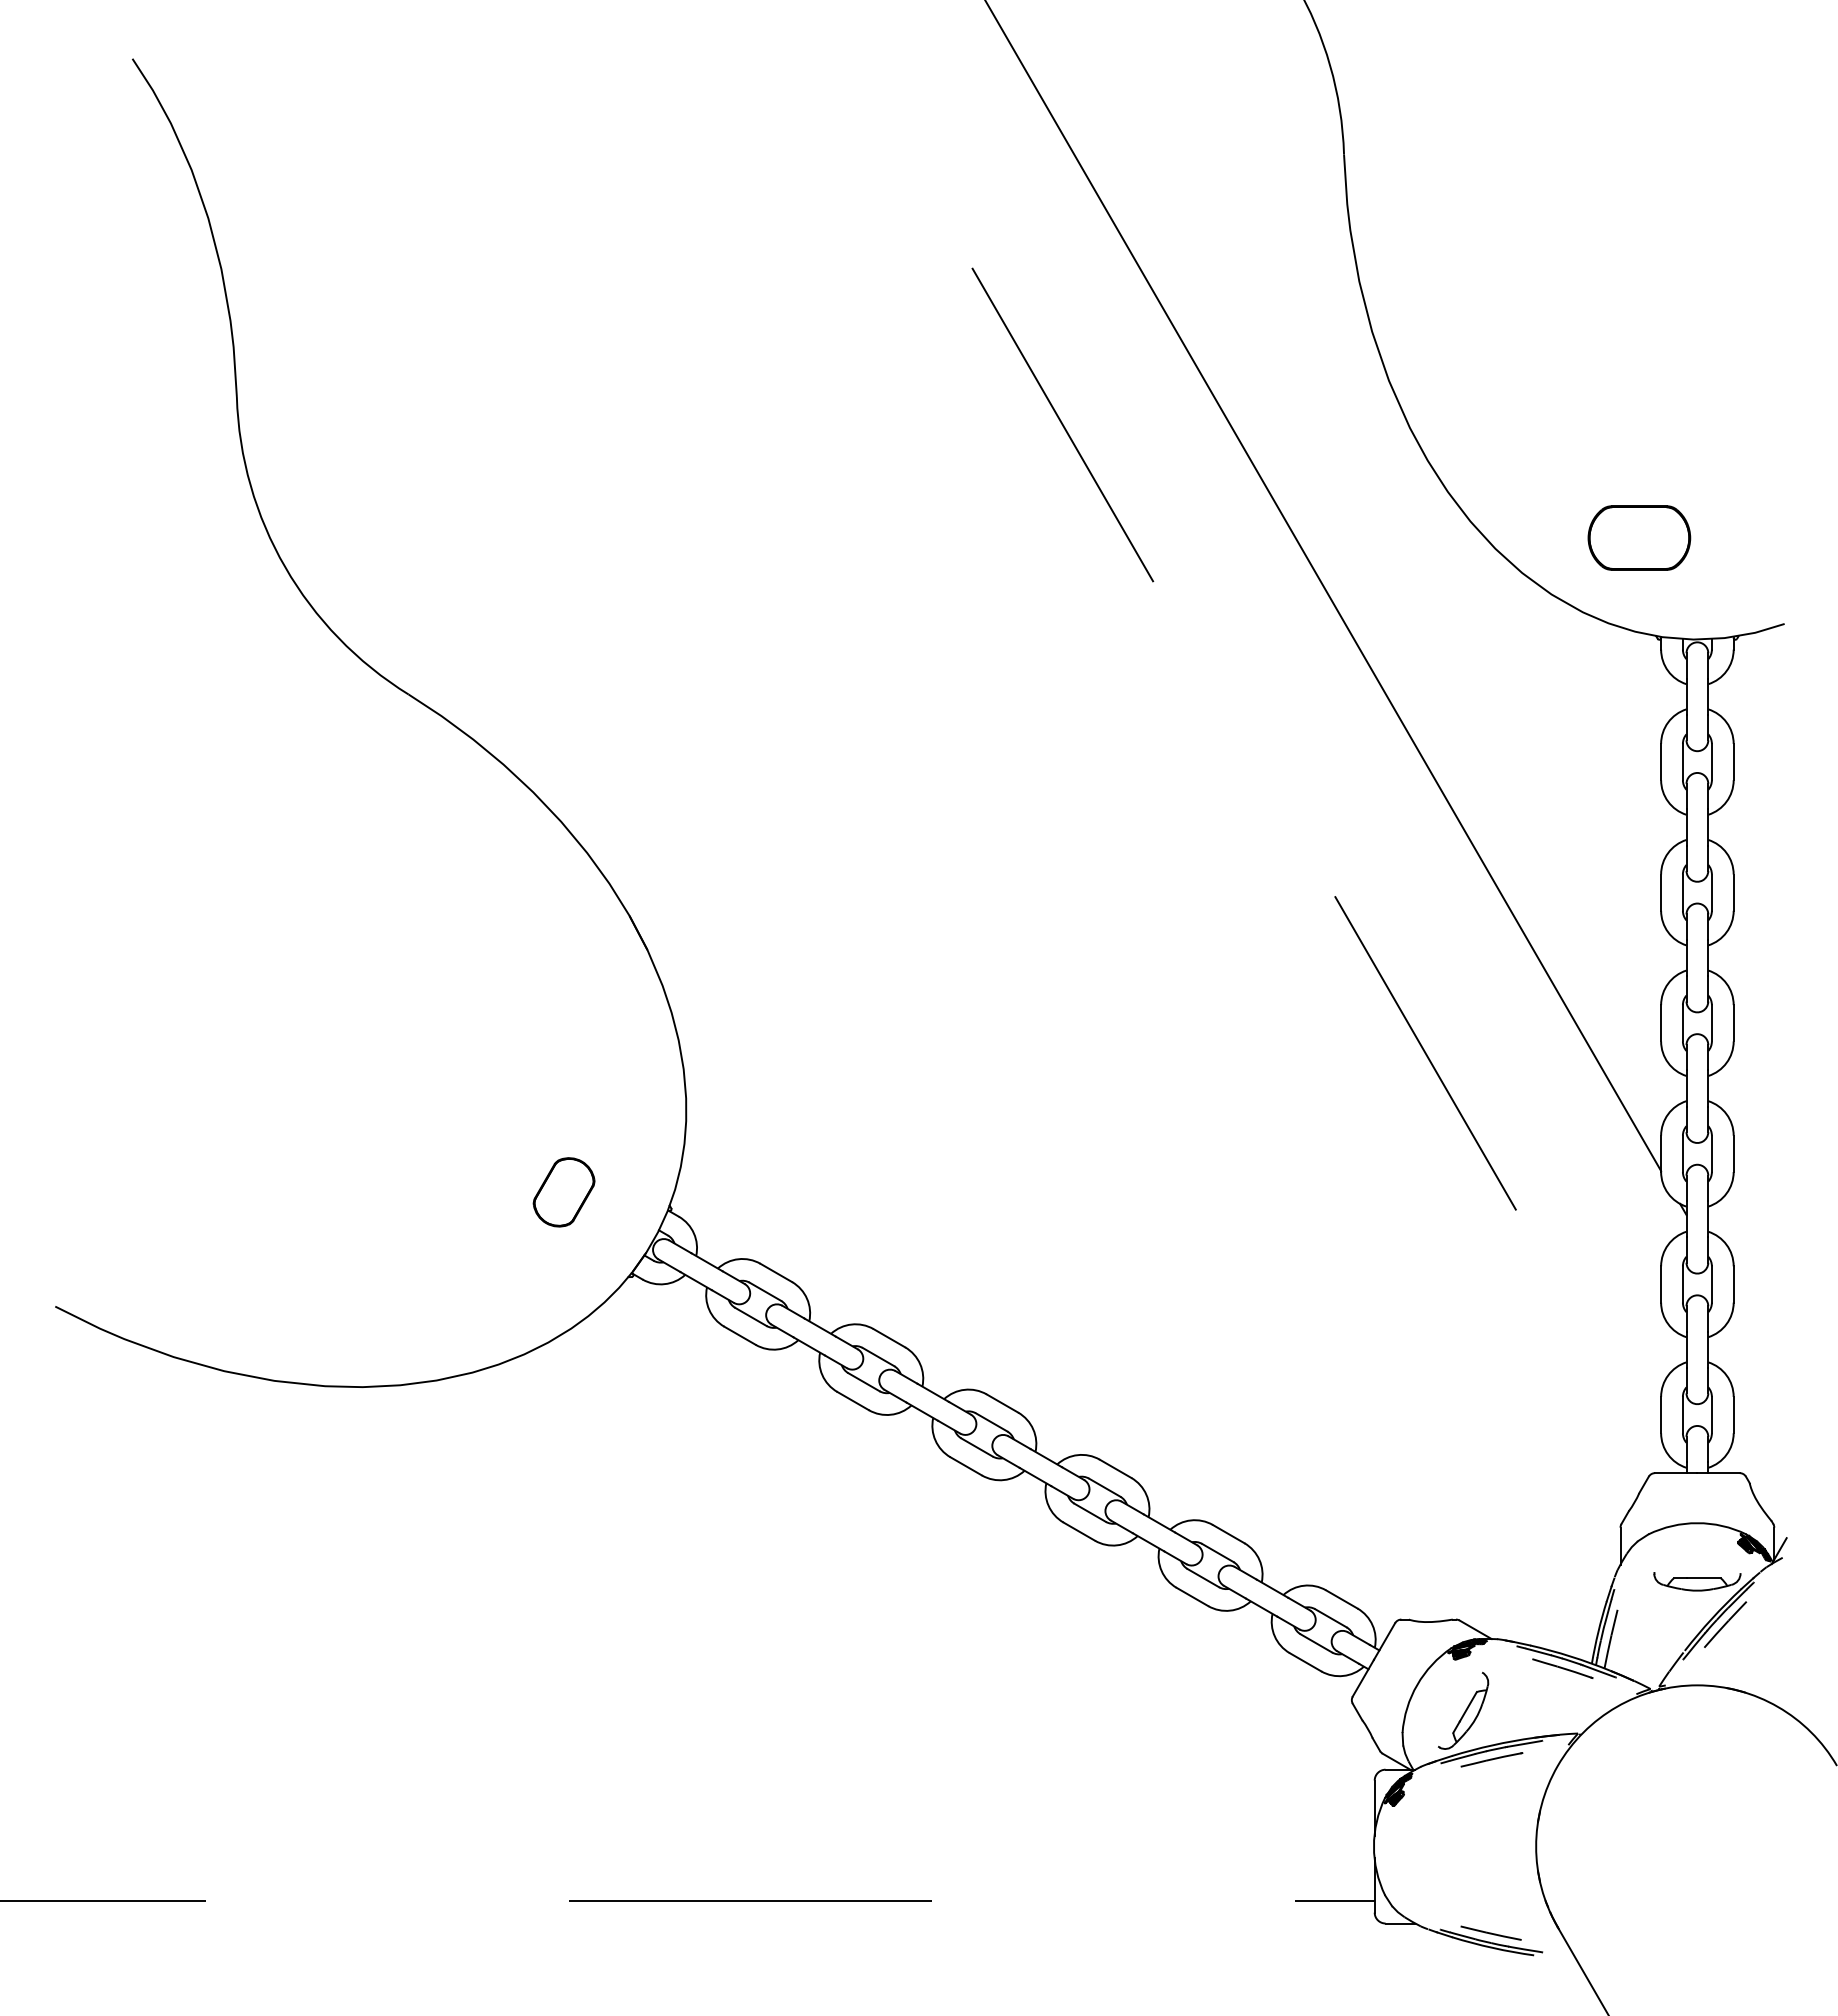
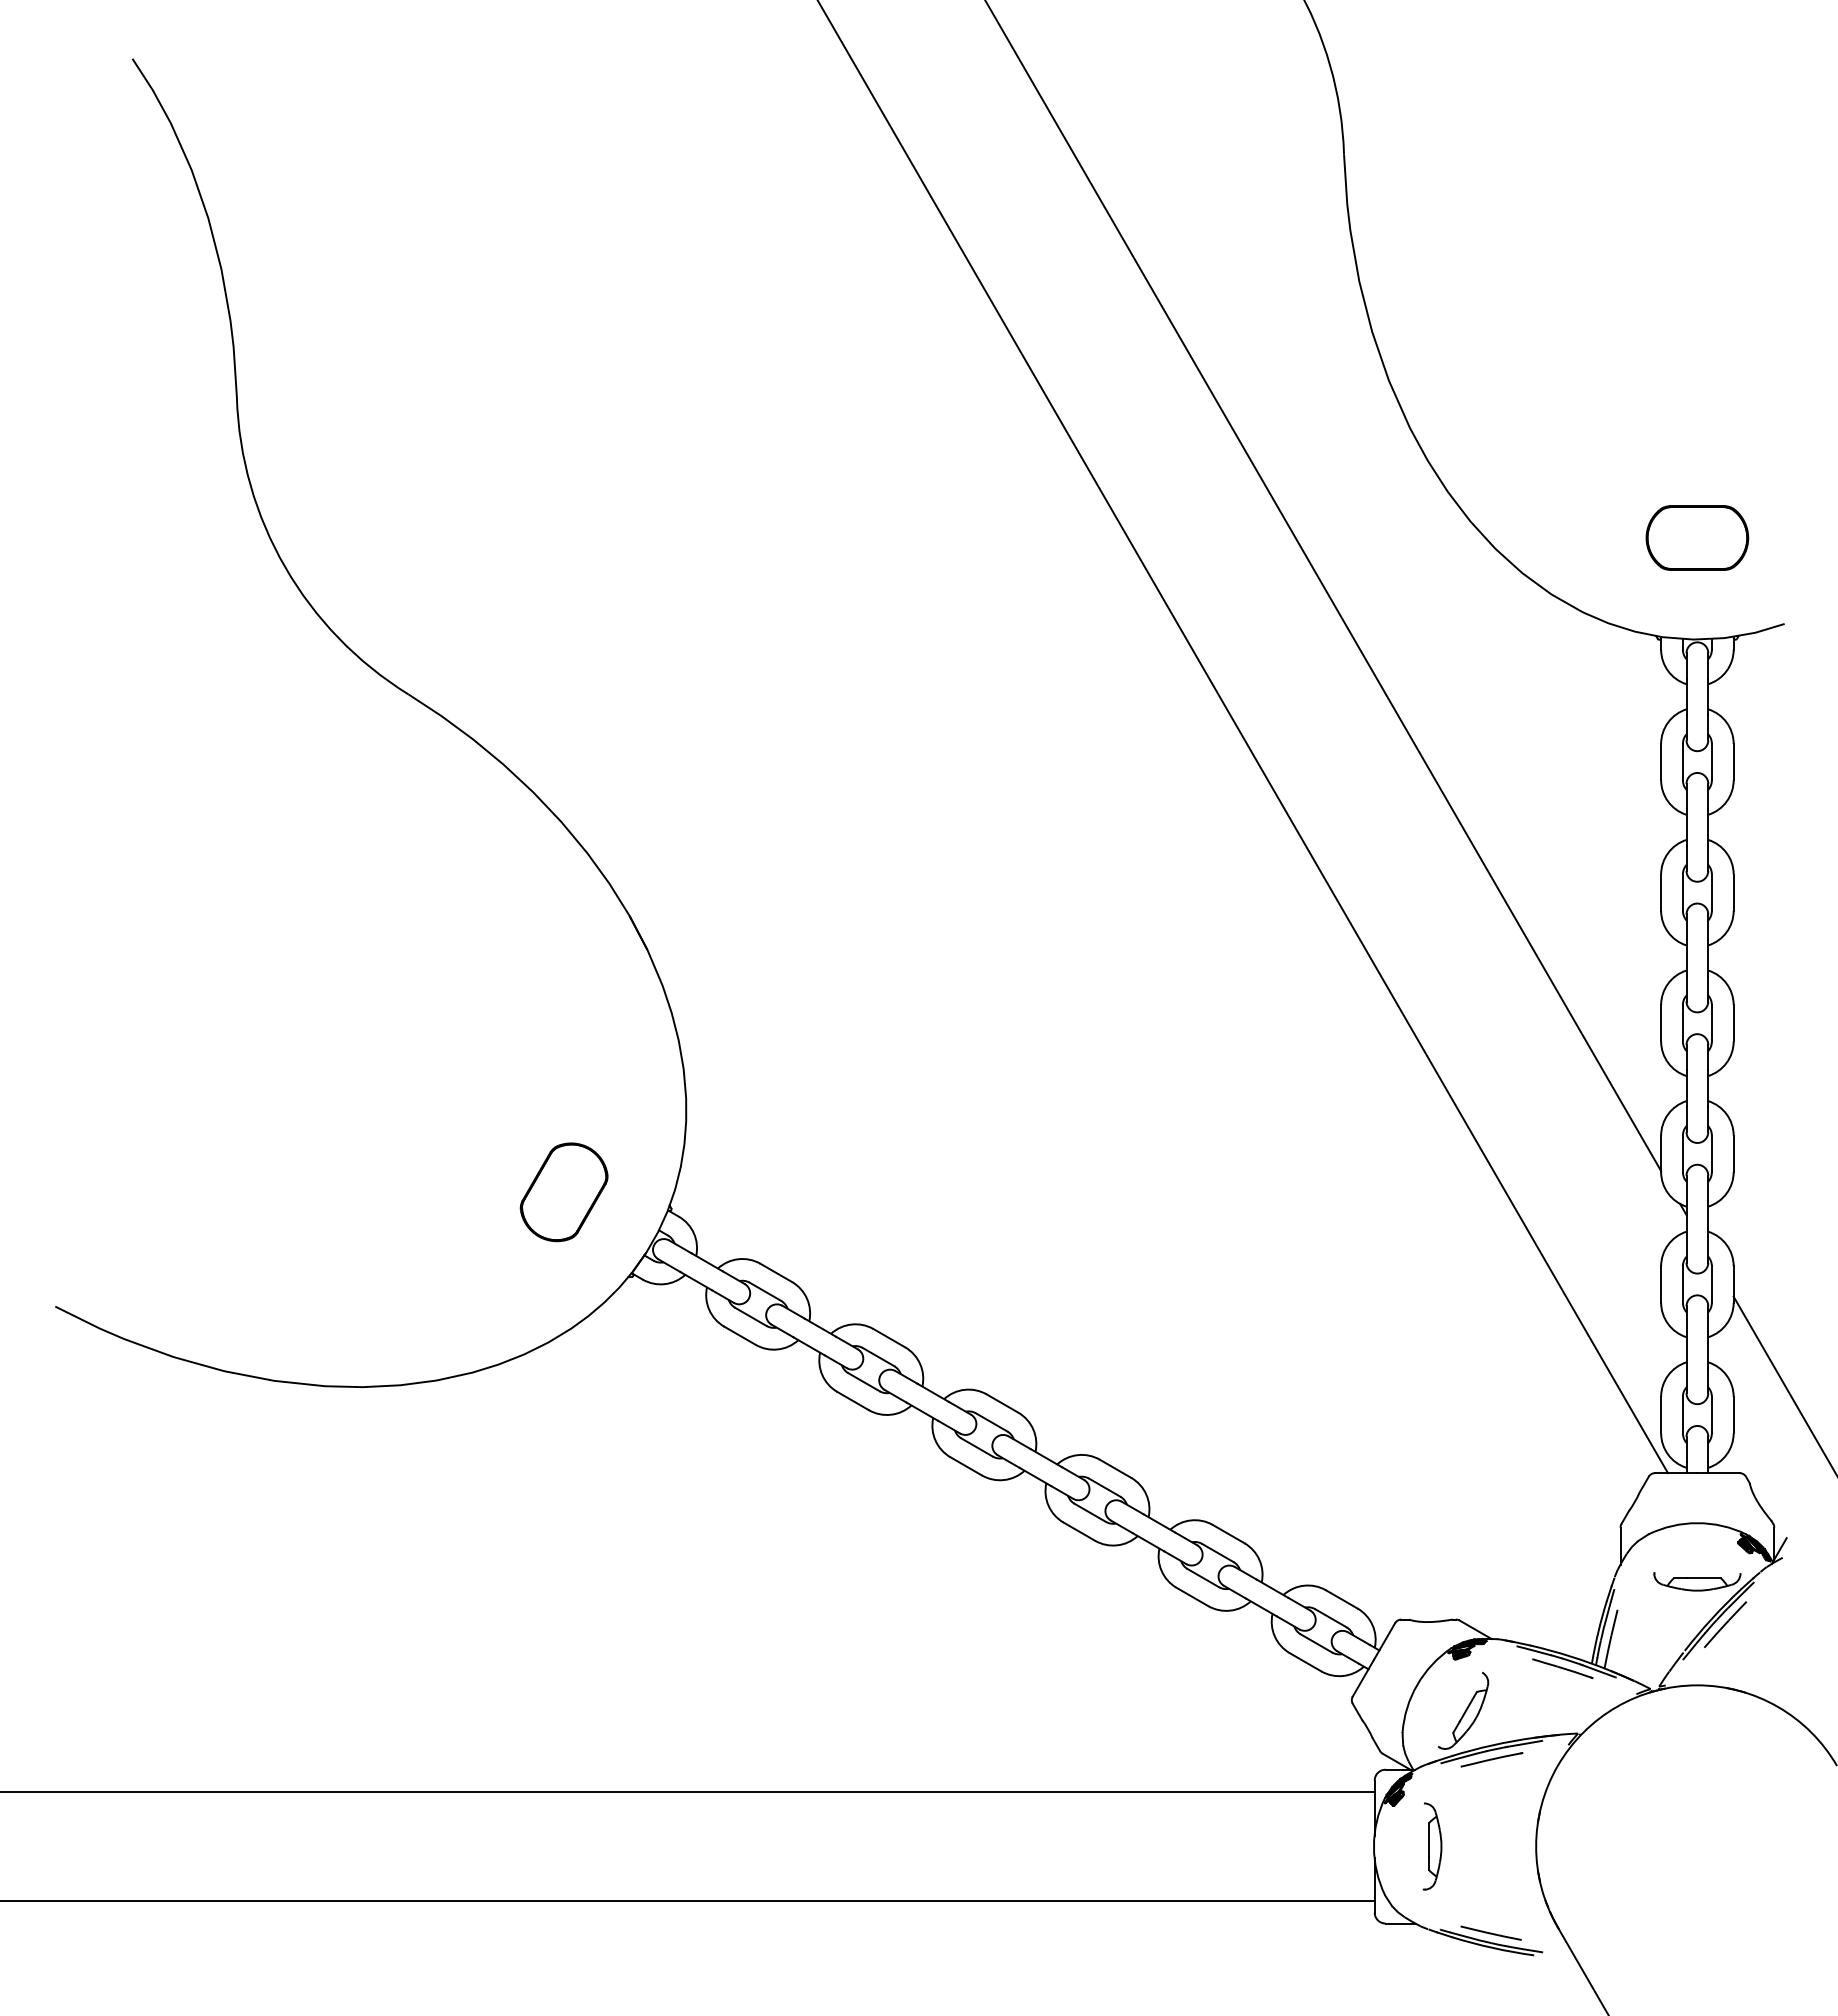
part at (1639, 537) position: (1639, 537) -> (1697, 537)
line at (1243, 737): dashed -> solid
part at (563, 1192) size: 64x71 px -> 90x101 px
line at (1783, 1383): none -> present
line at (688, 1792): none -> present
part at (1432, 1846): none -> present
line at (687, 1901): dashed -> solid
